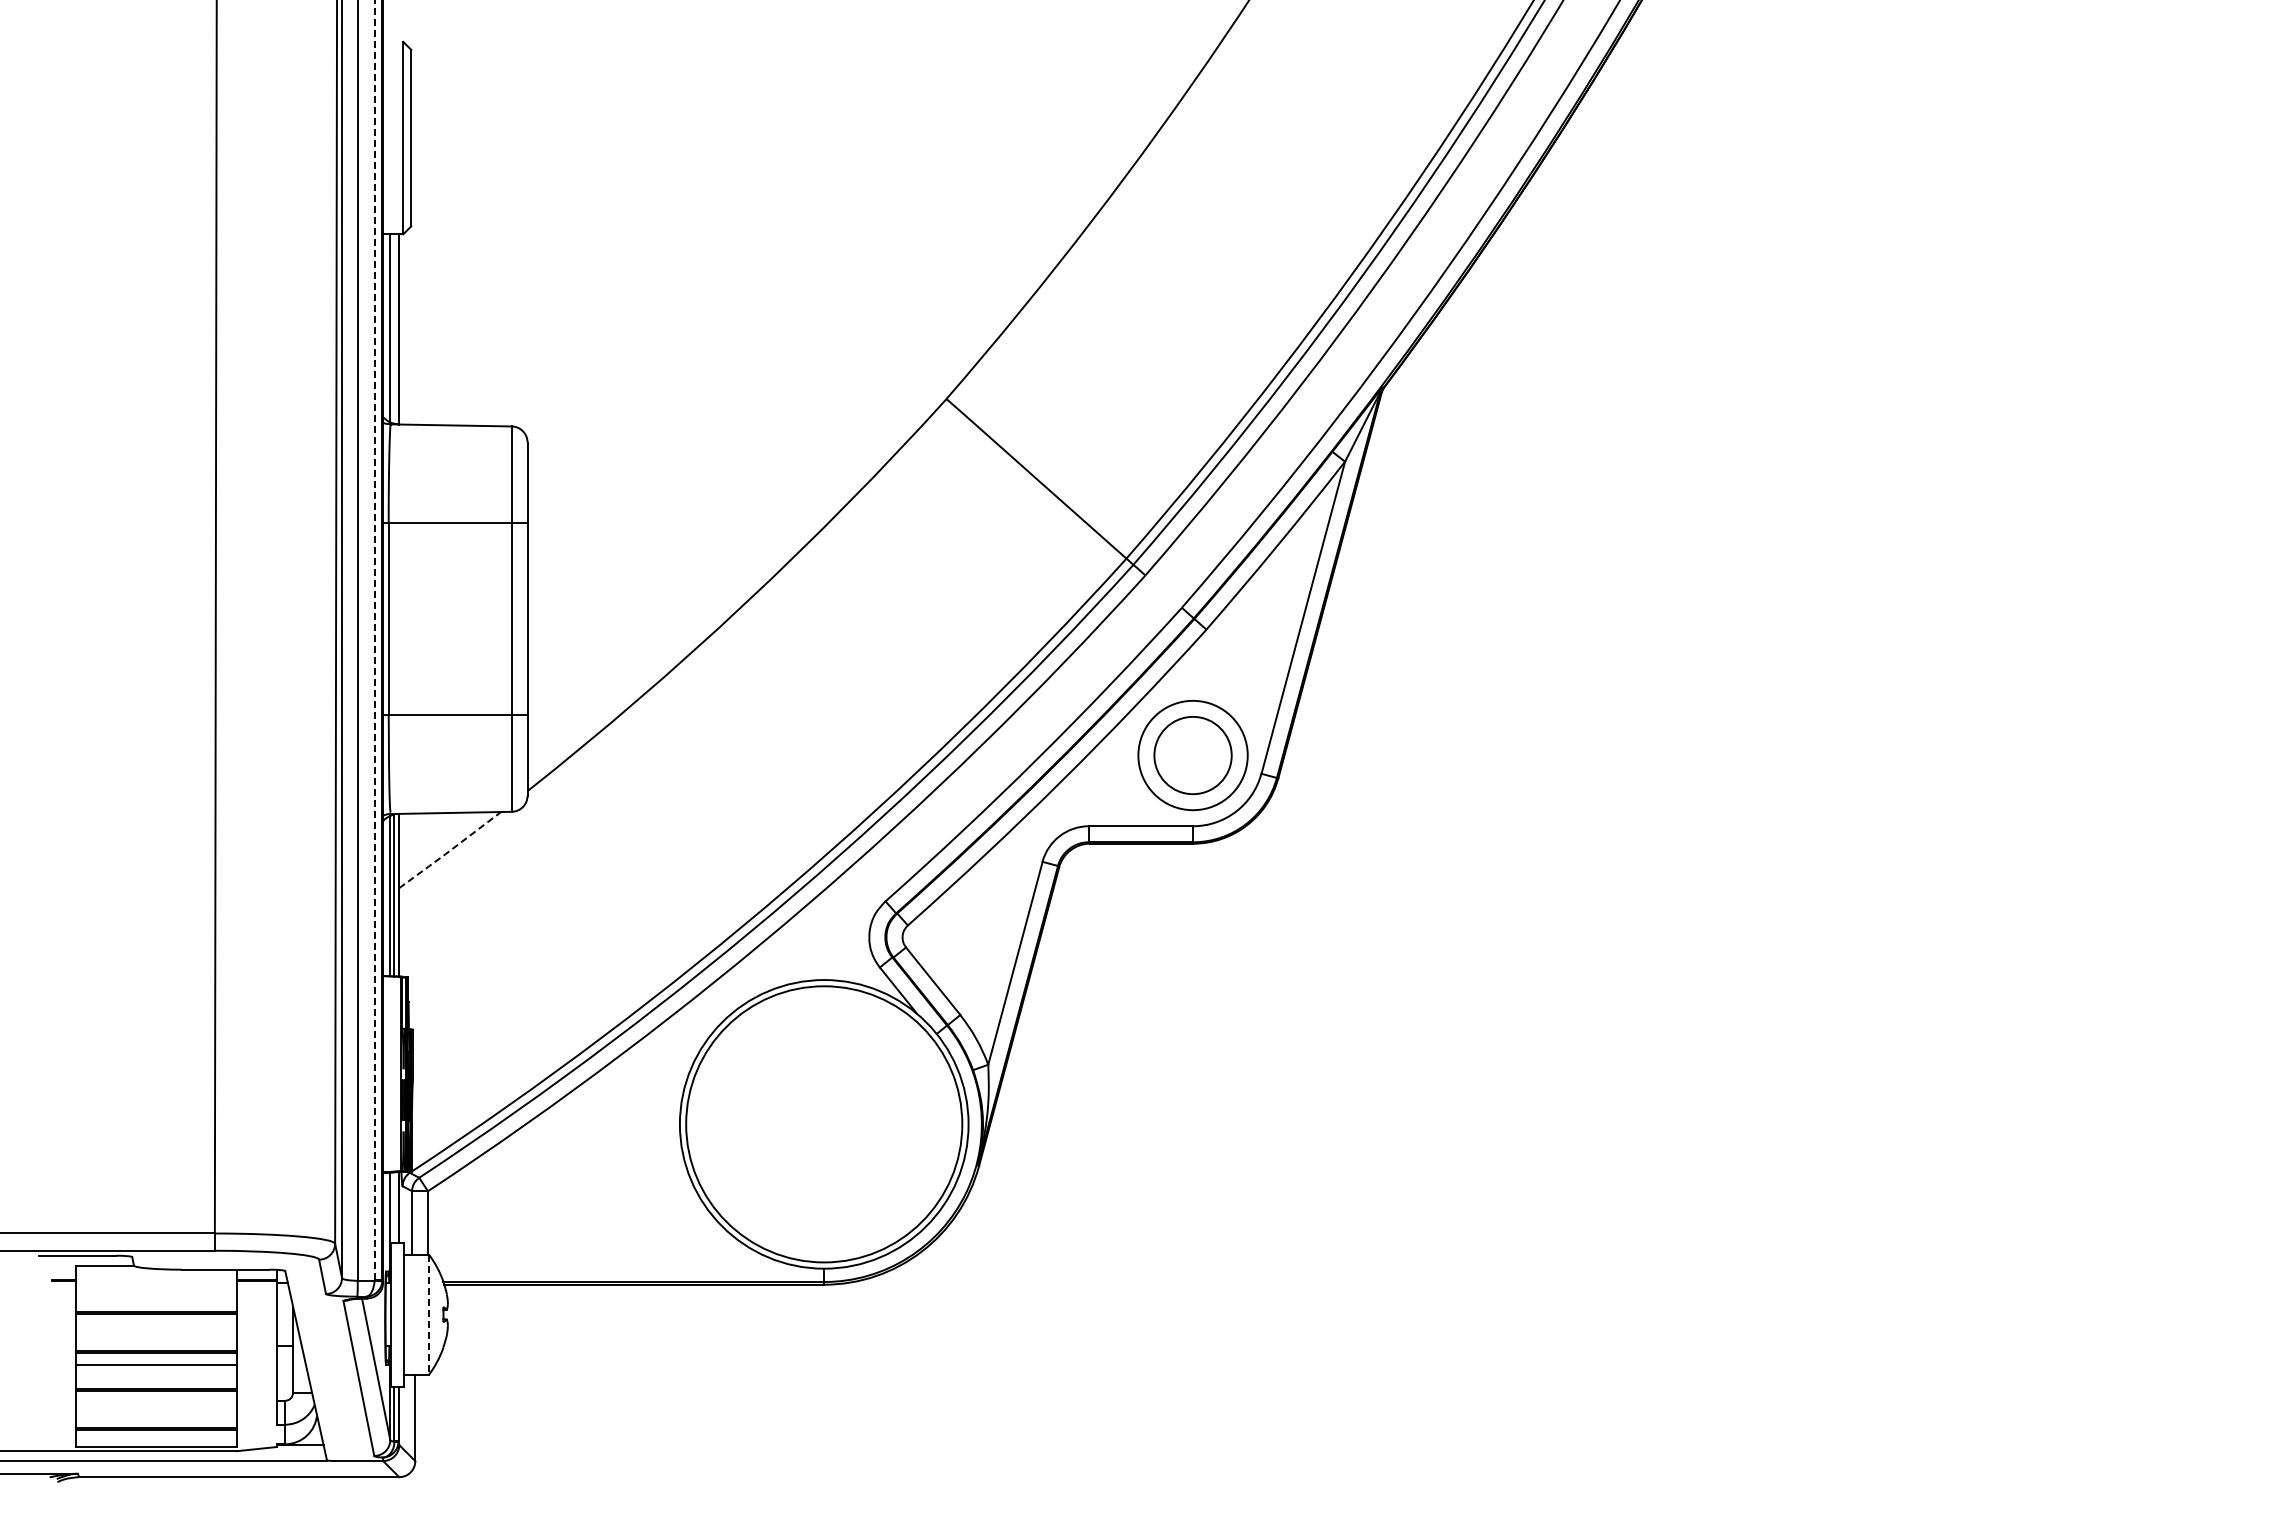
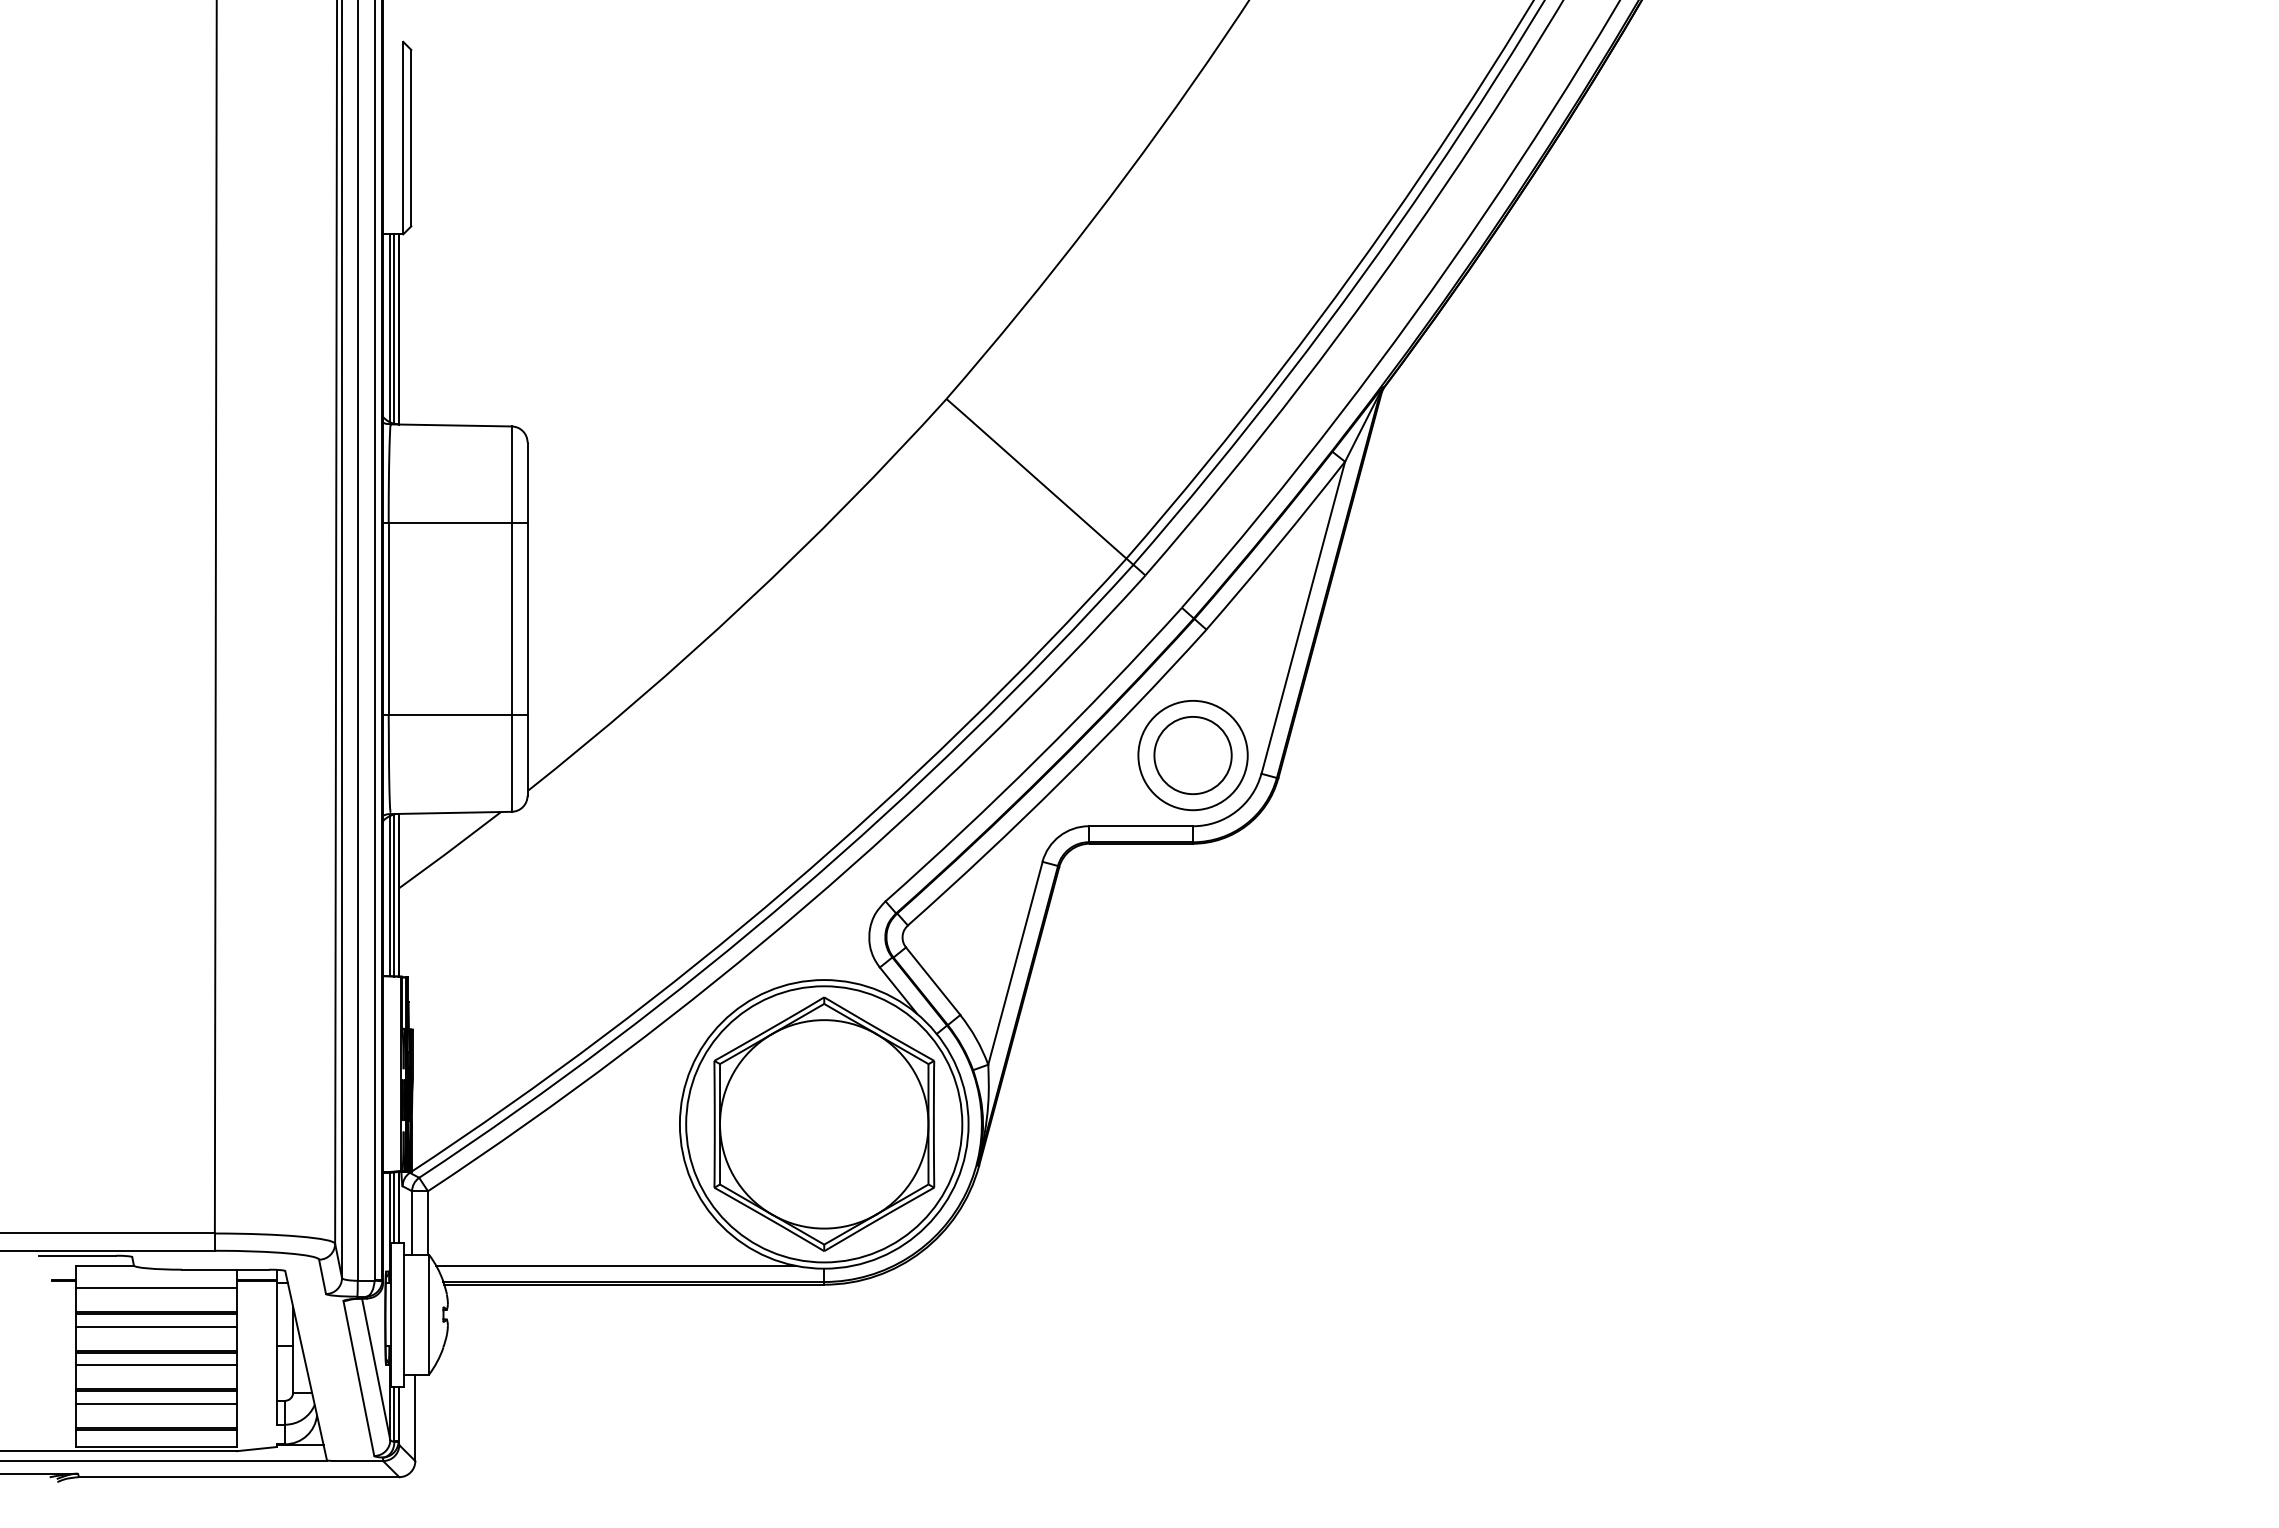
line at (394, 328): none -> present
line at (374, 640): dashed -> solid
line at (450, 850): dashed -> solid
part at (824, 1123): none -> present
line at (394, 1207): none -> present
line at (616, 1265): none -> present
line at (156, 1288): none -> present
line at (428, 1315): dashed -> solid
line at (156, 1326): none -> present
line at (156, 1403): none -> present
